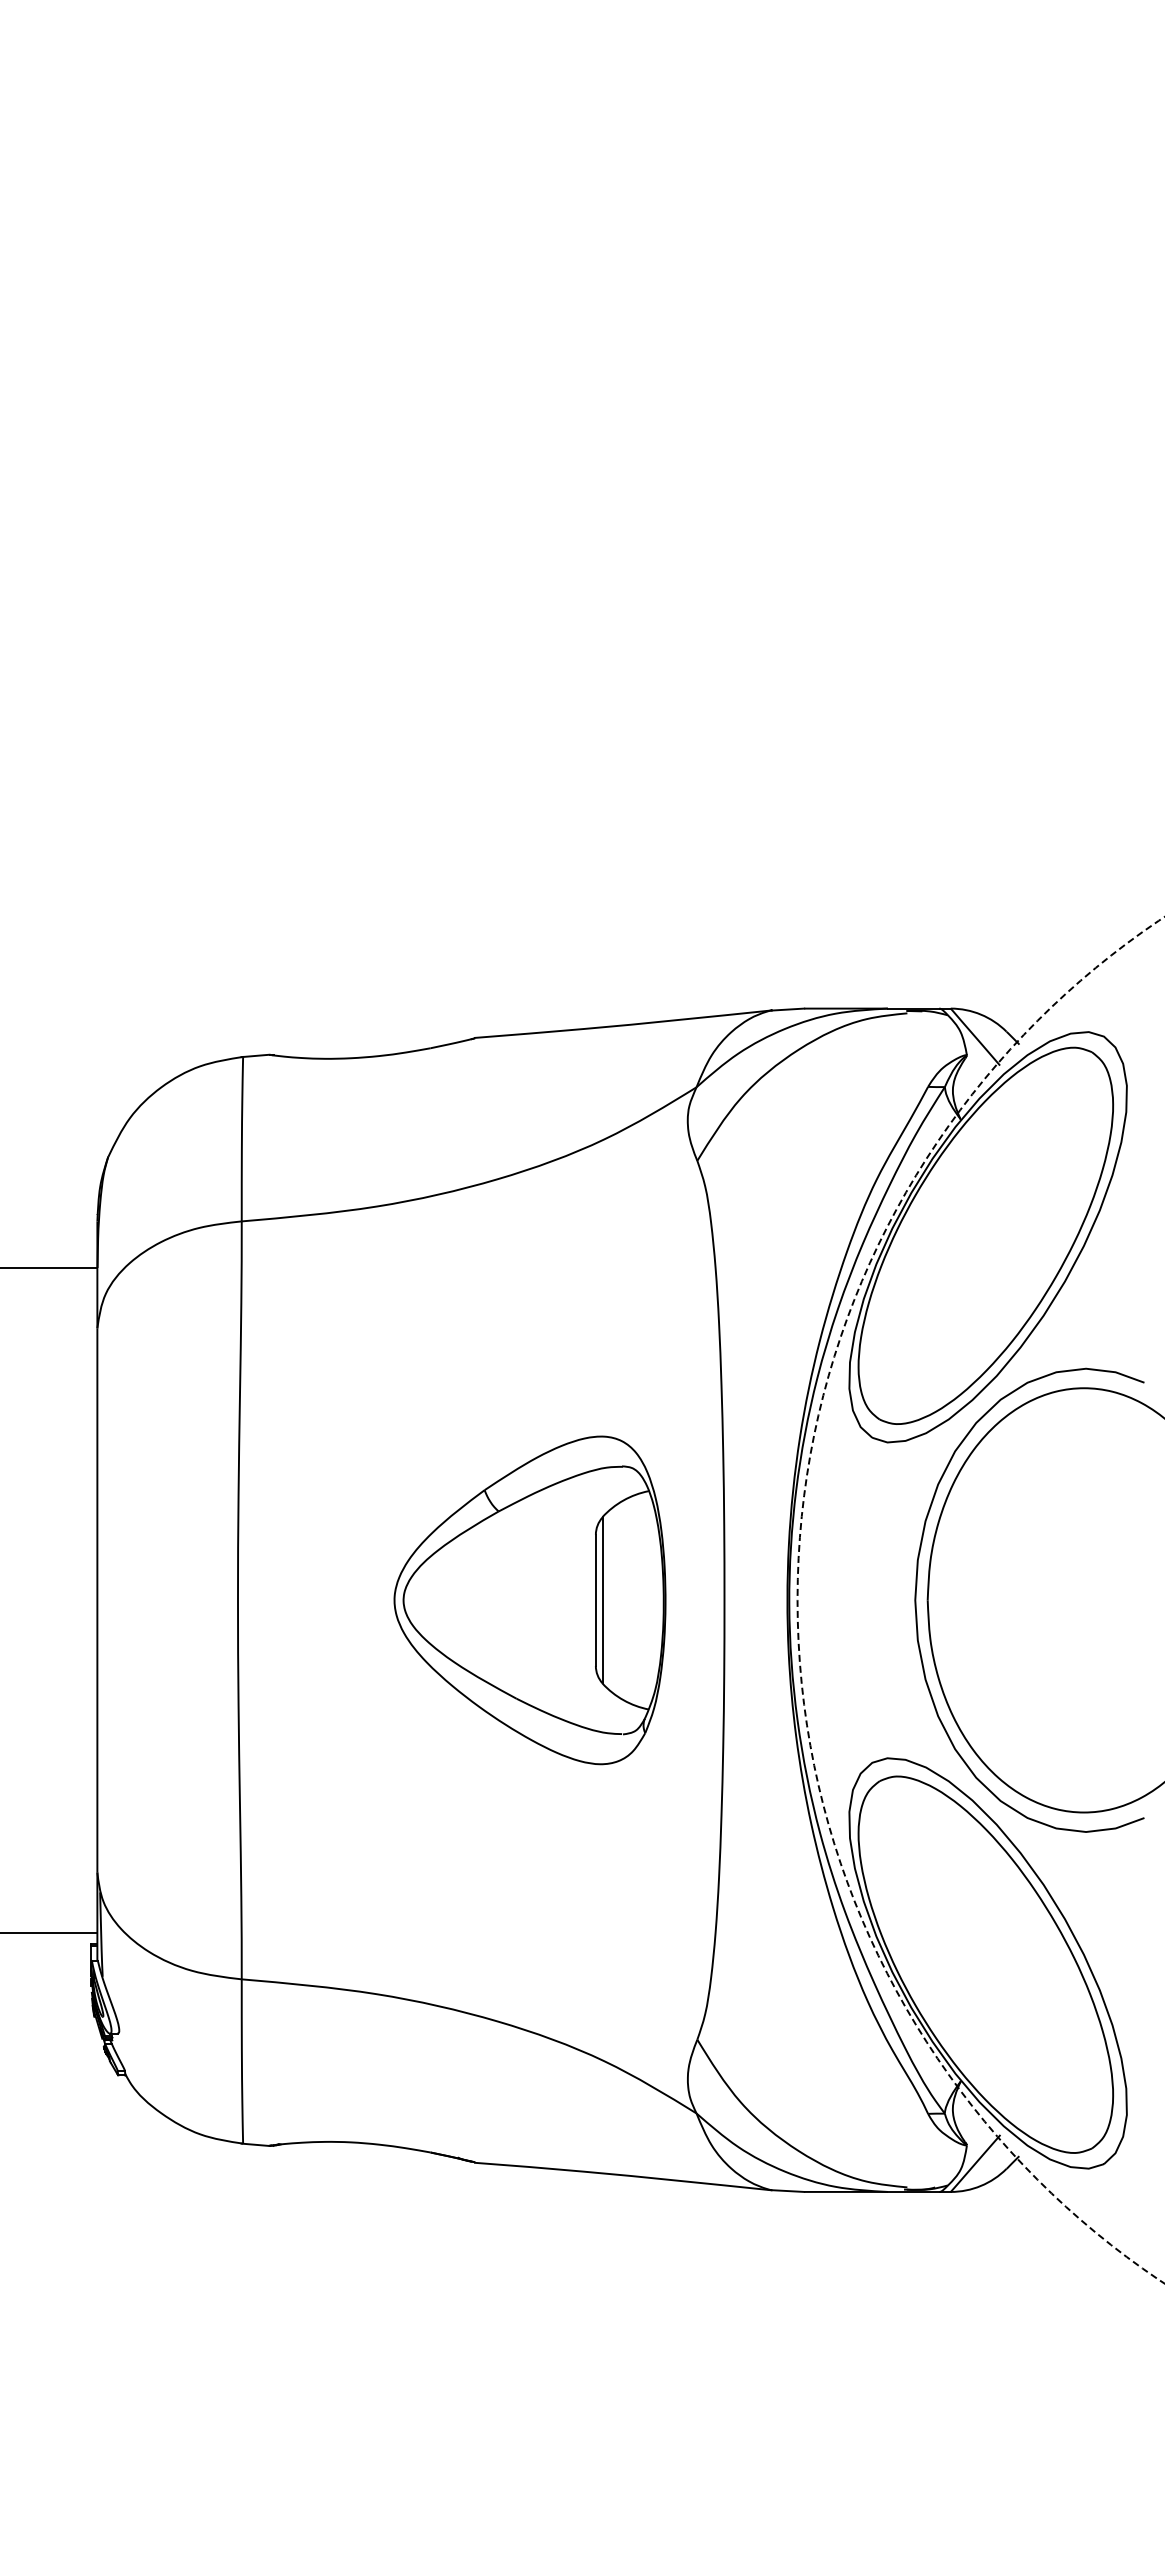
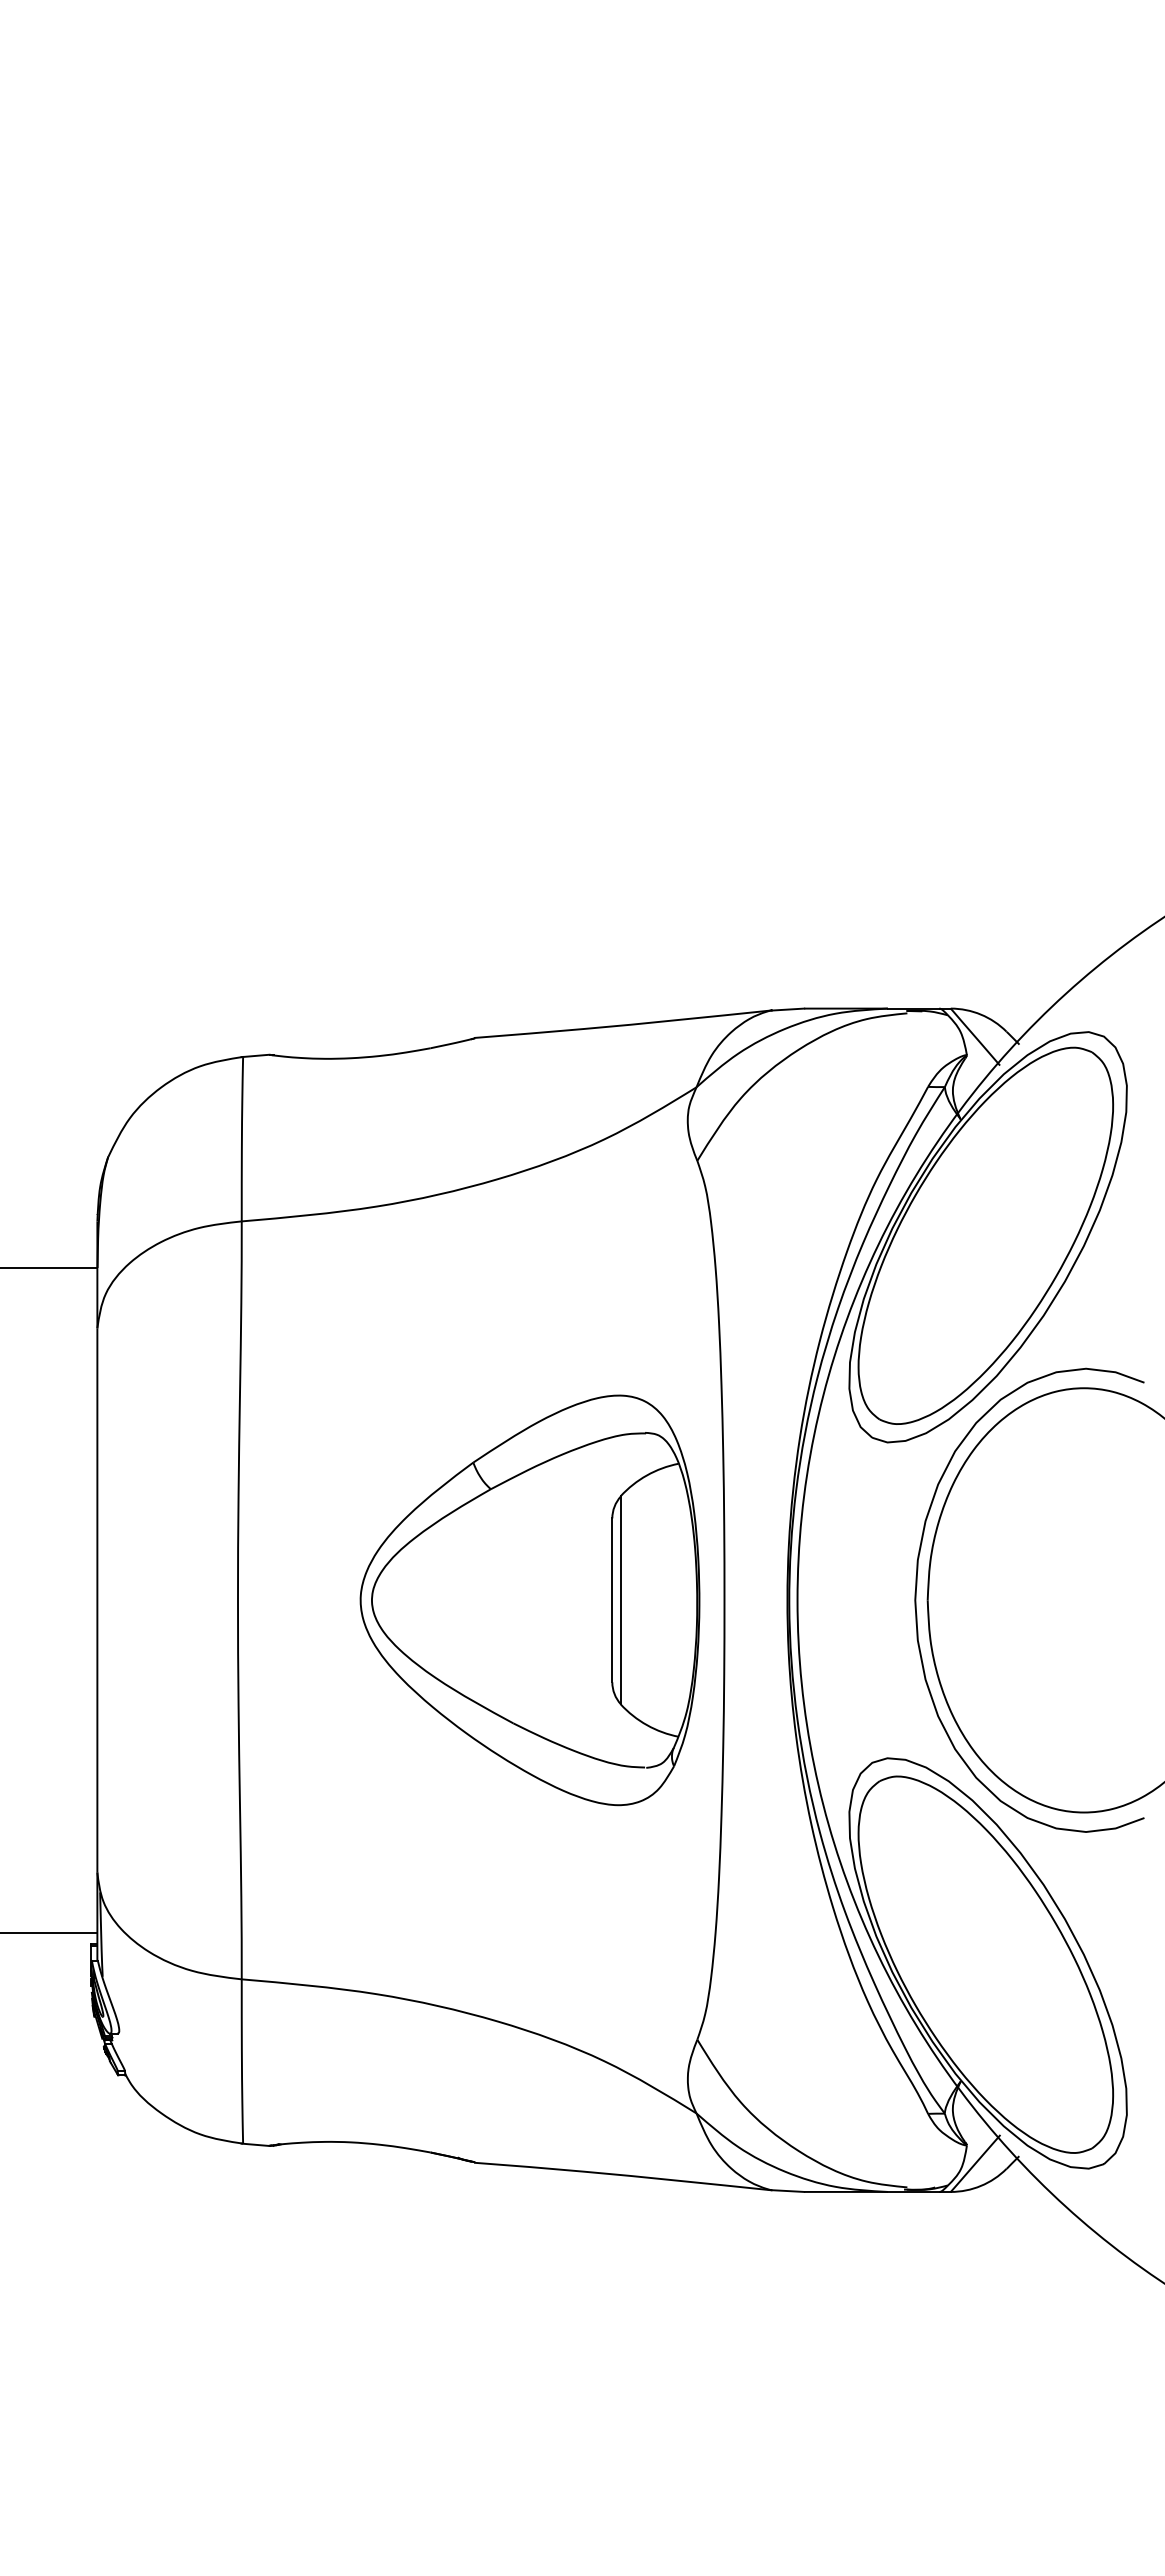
part at (529, 1600) size: 274x331 px -> 342x413 px
arc at (797, 1600): dashed -> solid
